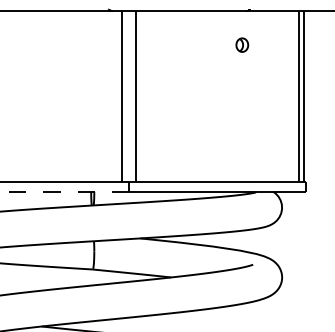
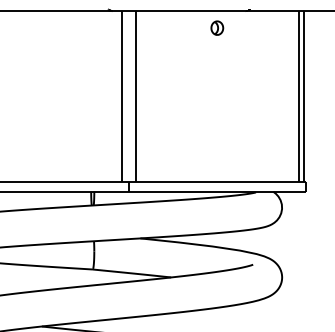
part at (242, 44) position: (242, 44) -> (217, 27)
line at (64, 191): dashed -> solid
